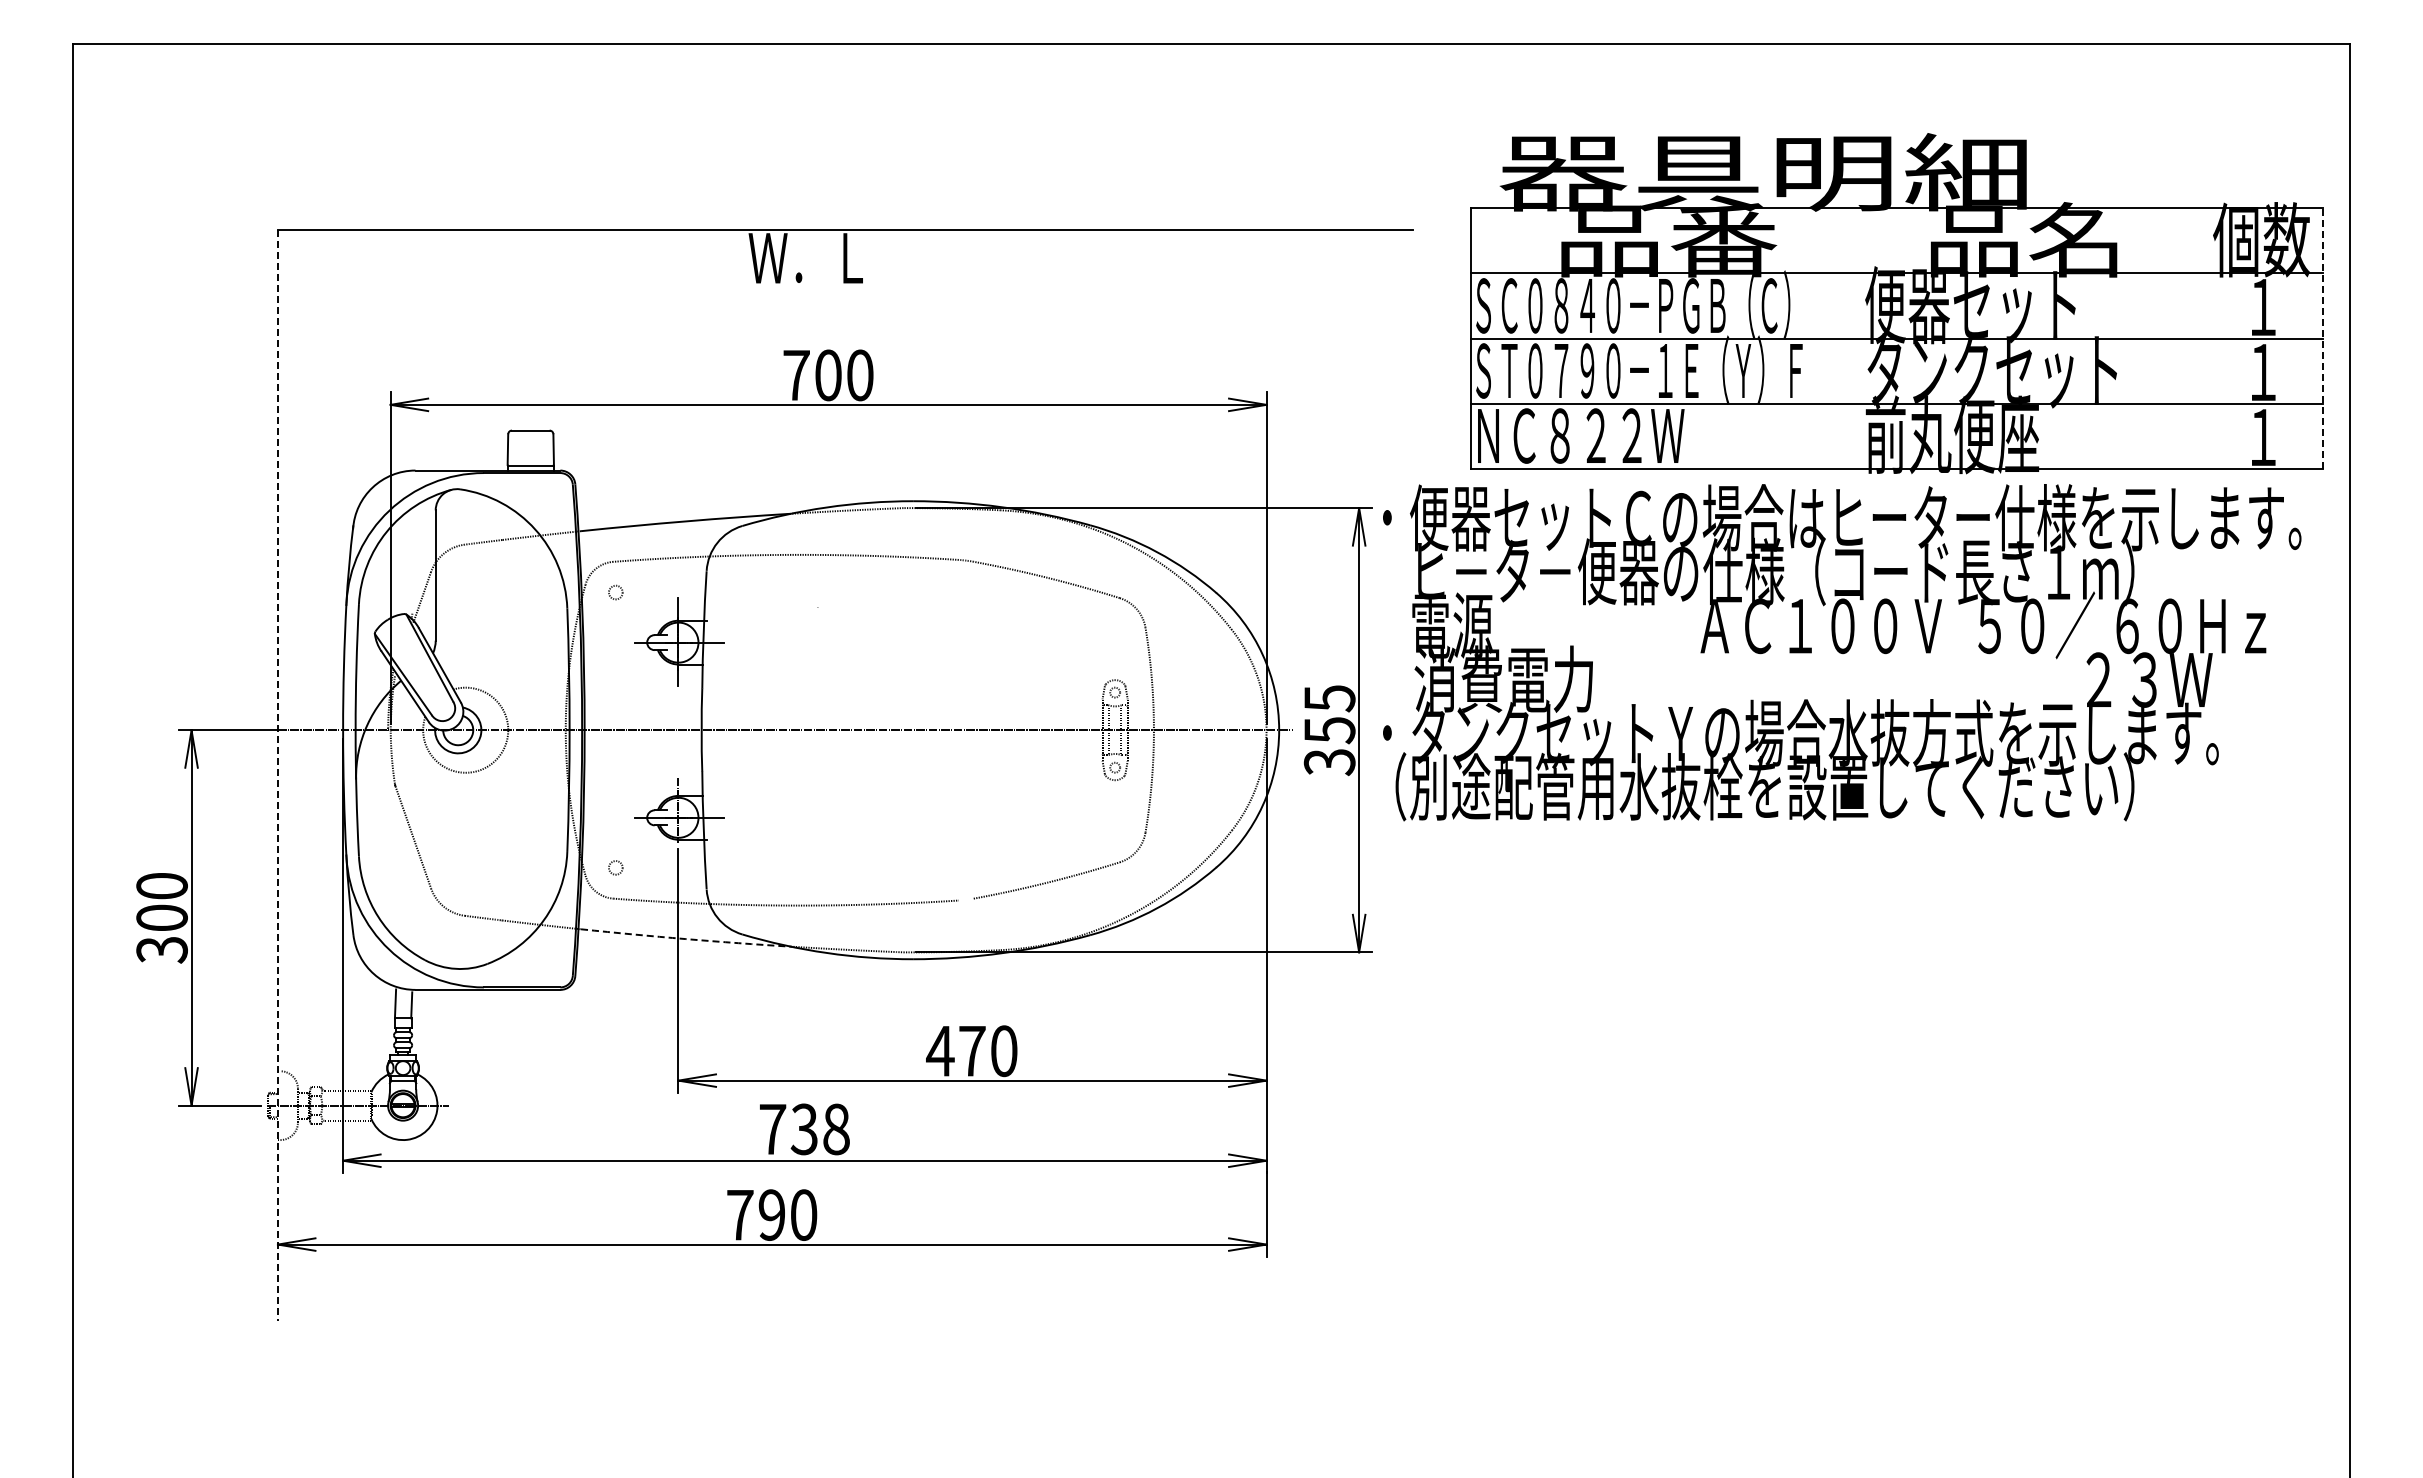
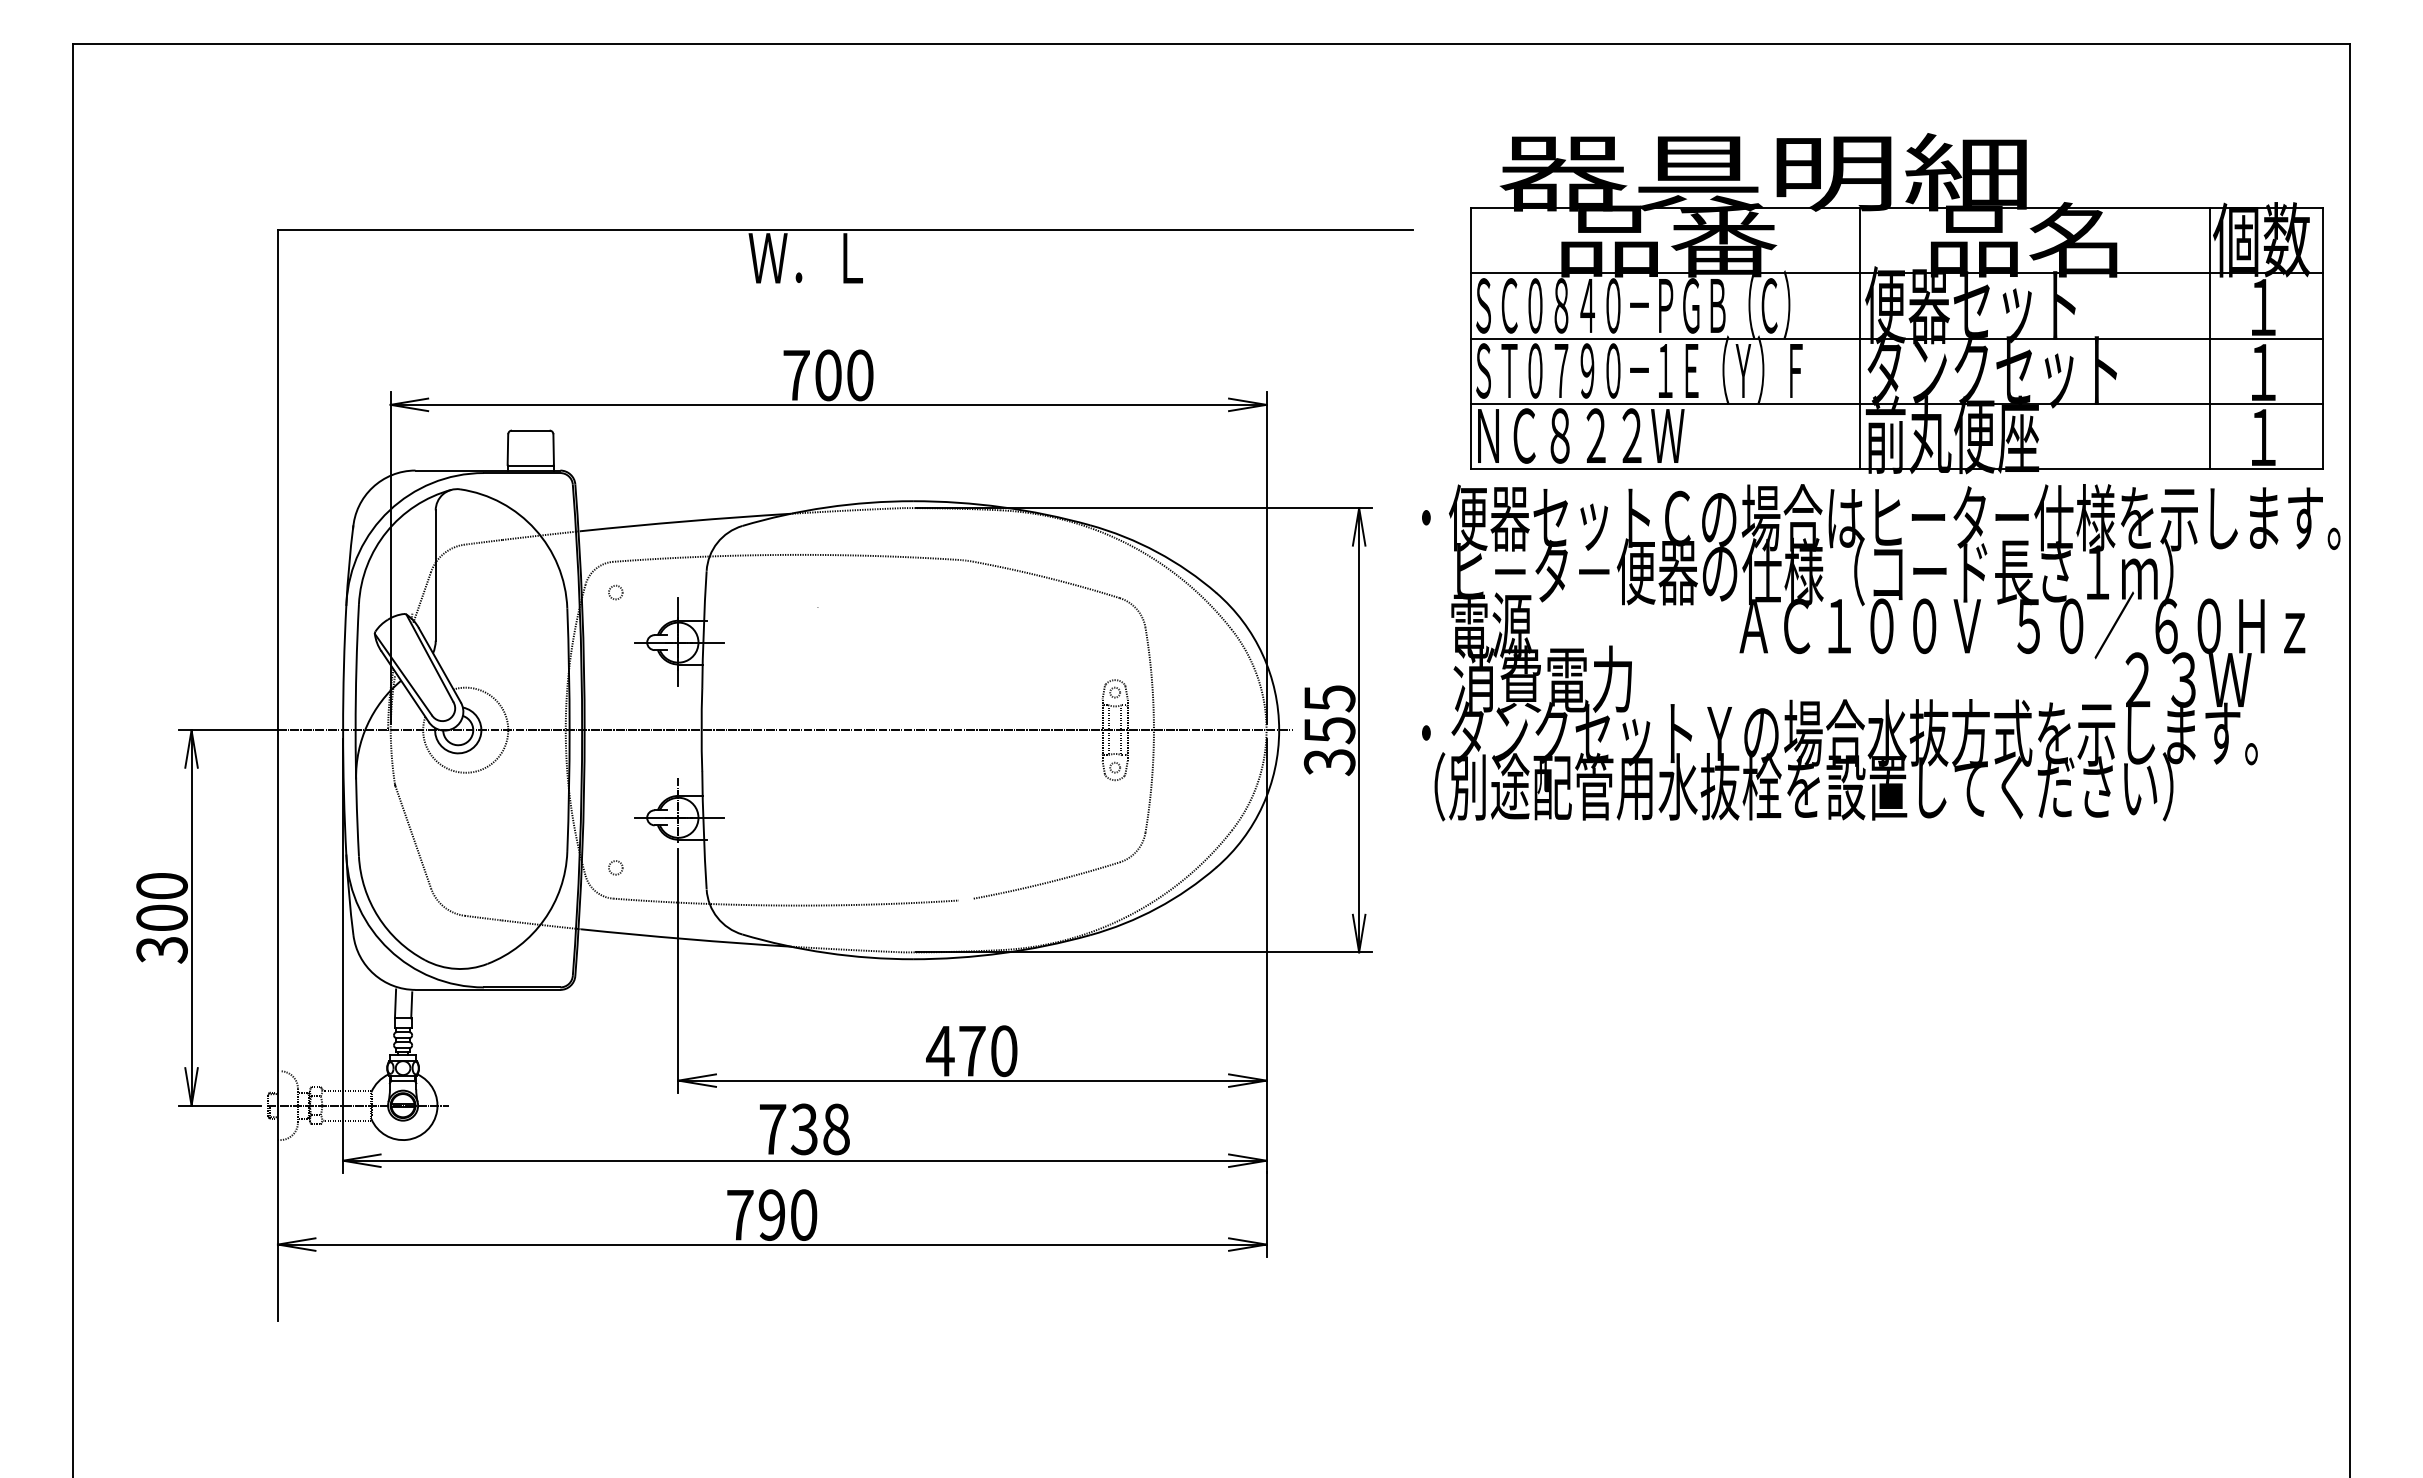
line at (1859, 338): none -> present
line at (2210, 338): none -> present
line at (2322, 338): dashed -> solid
text at (1842, 652) position: (1842, 652) -> (1881, 652)
line at (277, 775): dashed -> solid
arc at (685, 939): dashed -> solid
